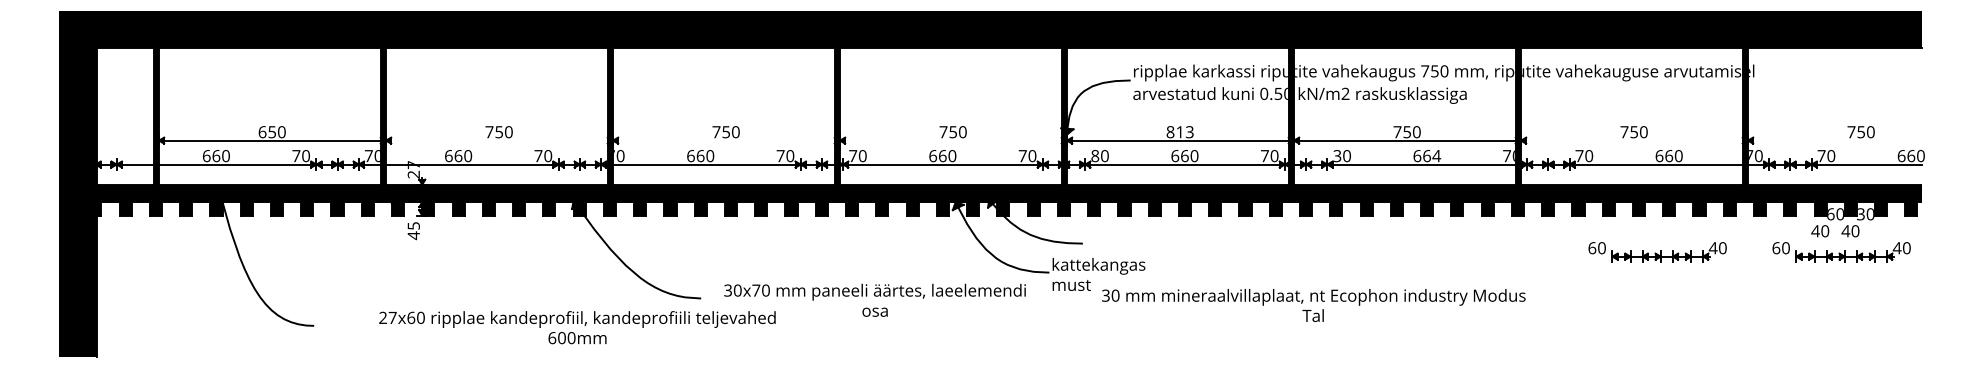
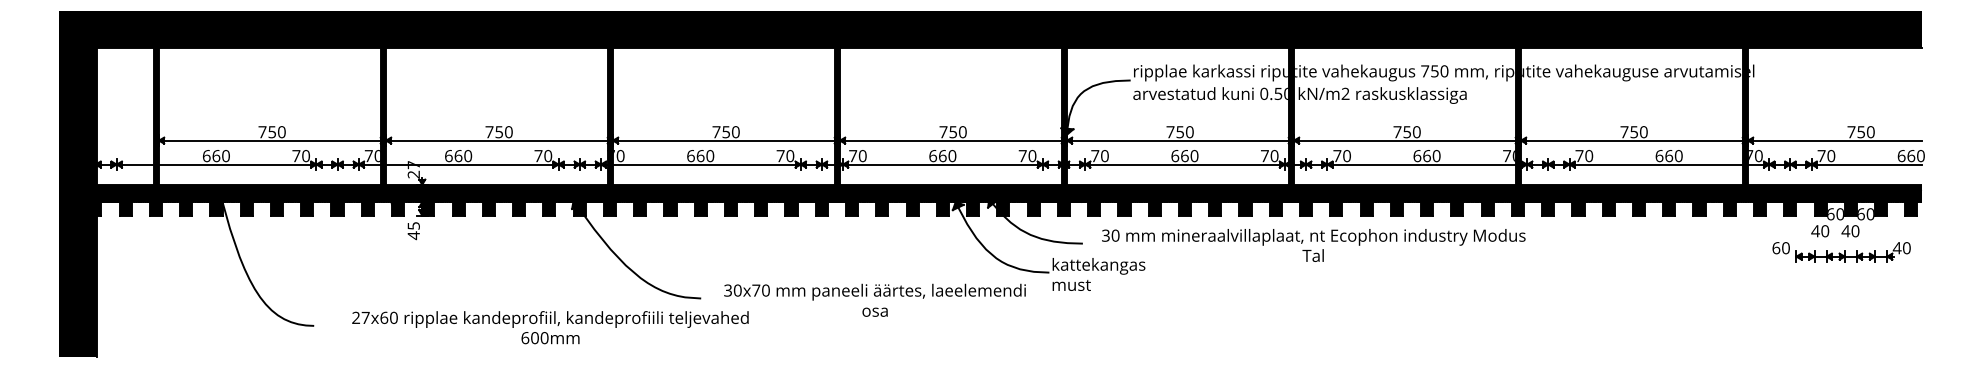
text at (262, 132): 650 -> 750
text at (1179, 132): 813 -> 750
line at (499, 140): none -> present
line at (726, 140): none -> present
line at (953, 140): none -> present
line at (1634, 140): none -> present
line at (1837, 140): none -> present
text at (1095, 156): 80 -> 70
text at (1337, 156): 30 -> 70
text at (1436, 156): 664 -> 660
text at (1860, 214): 30 -> 60
part at (1657, 252): present -> none
text at (1313, 305) position: (1313, 305) -> (1313, 245)
text at (577, 327) position: (577, 327) -> (550, 327)
